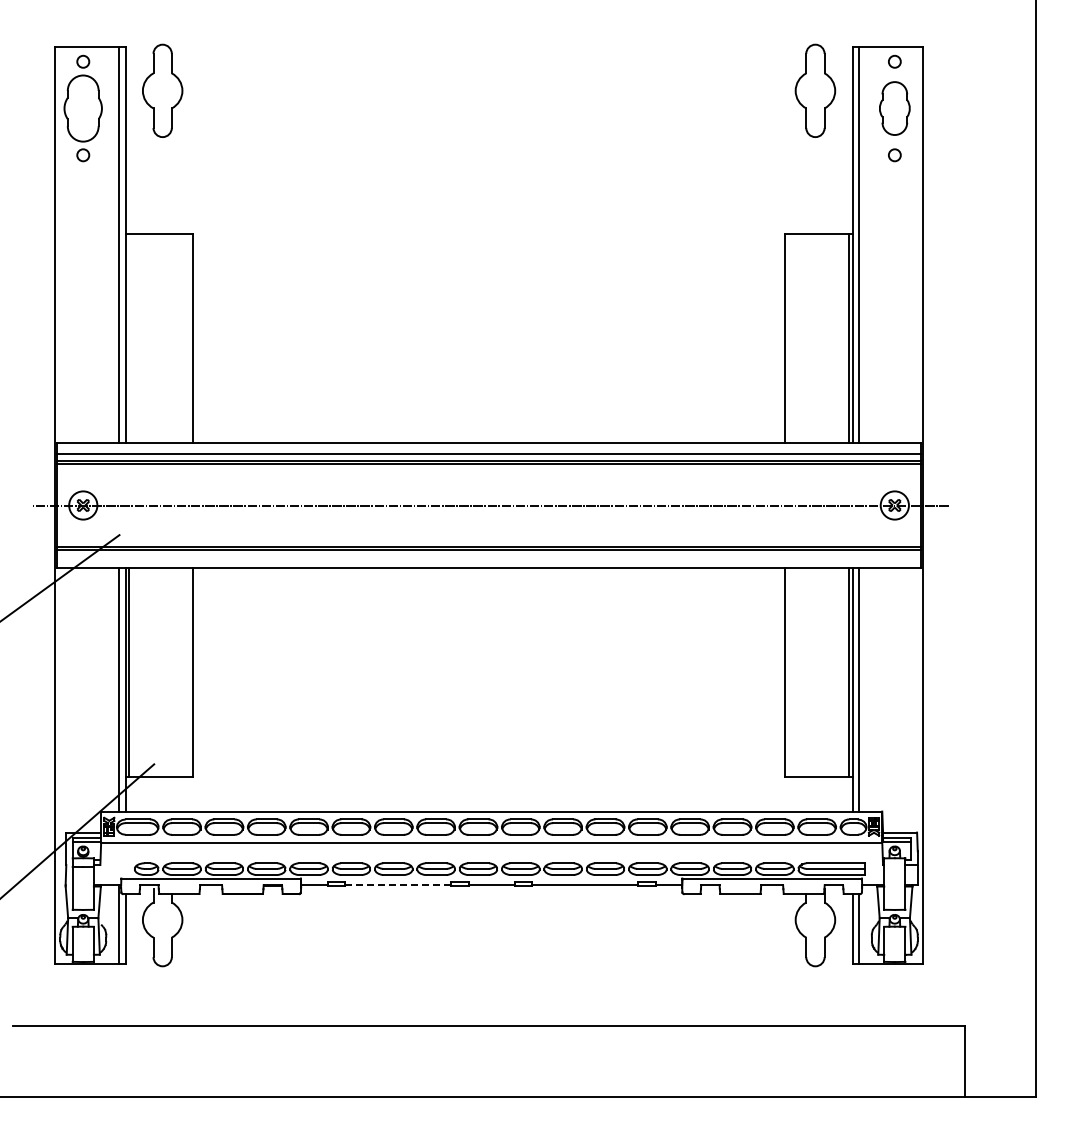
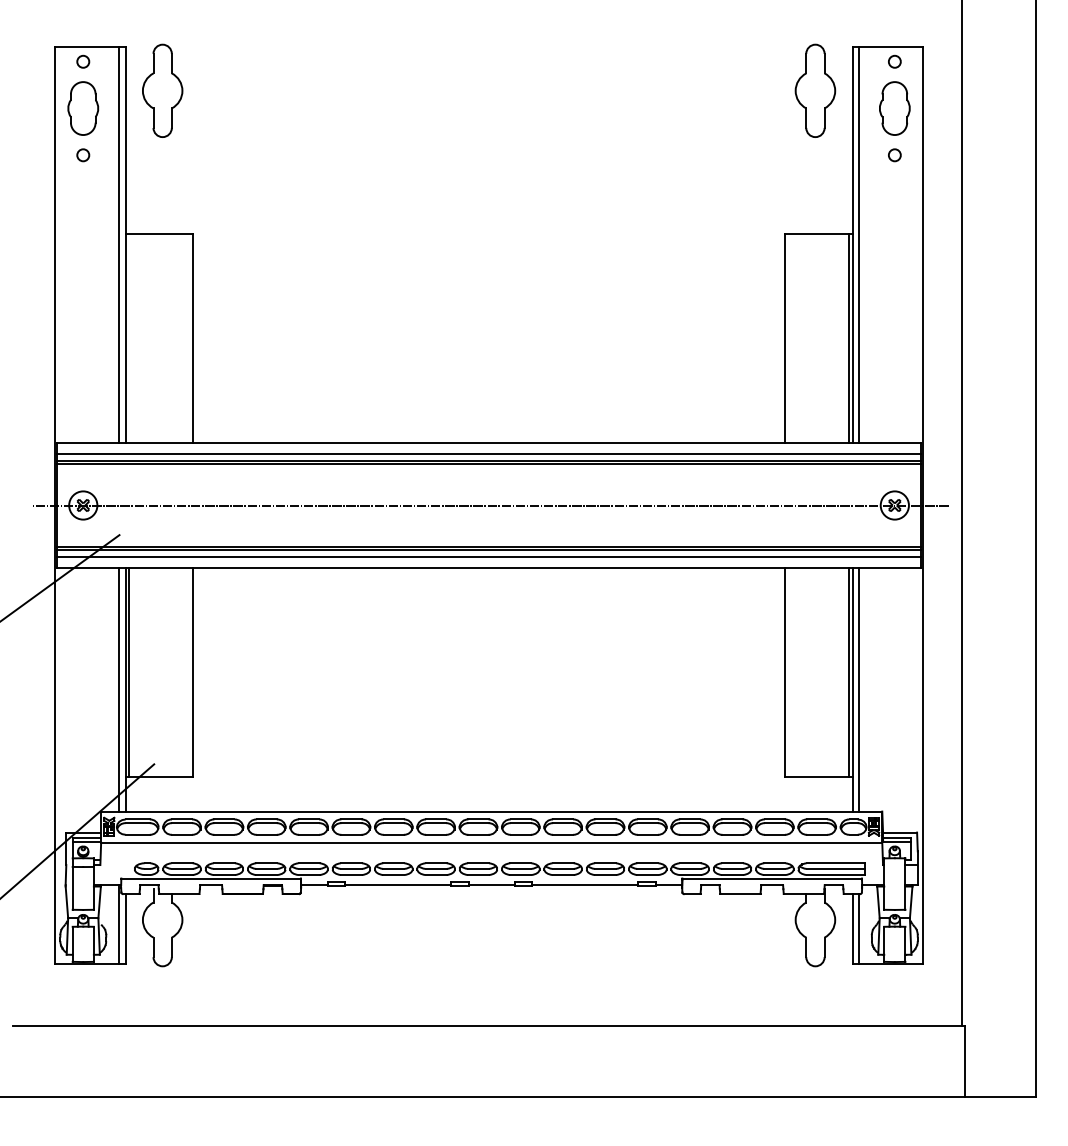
part at (82, 108) size: 40x69 px -> 33x55 px
line at (961, 513): none -> present
line at (488, 556): none -> present
line at (398, 885): dashed -> solid
